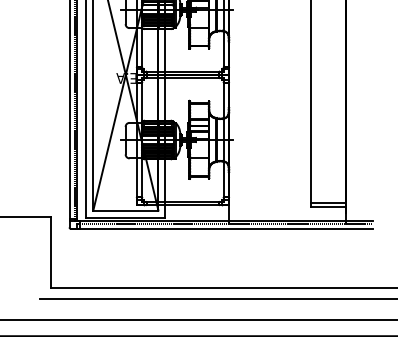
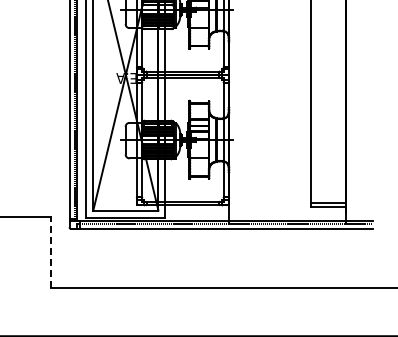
line at (50, 251): solid -> dashed
line at (217, 298): present -> none
line at (198, 320): present -> none
